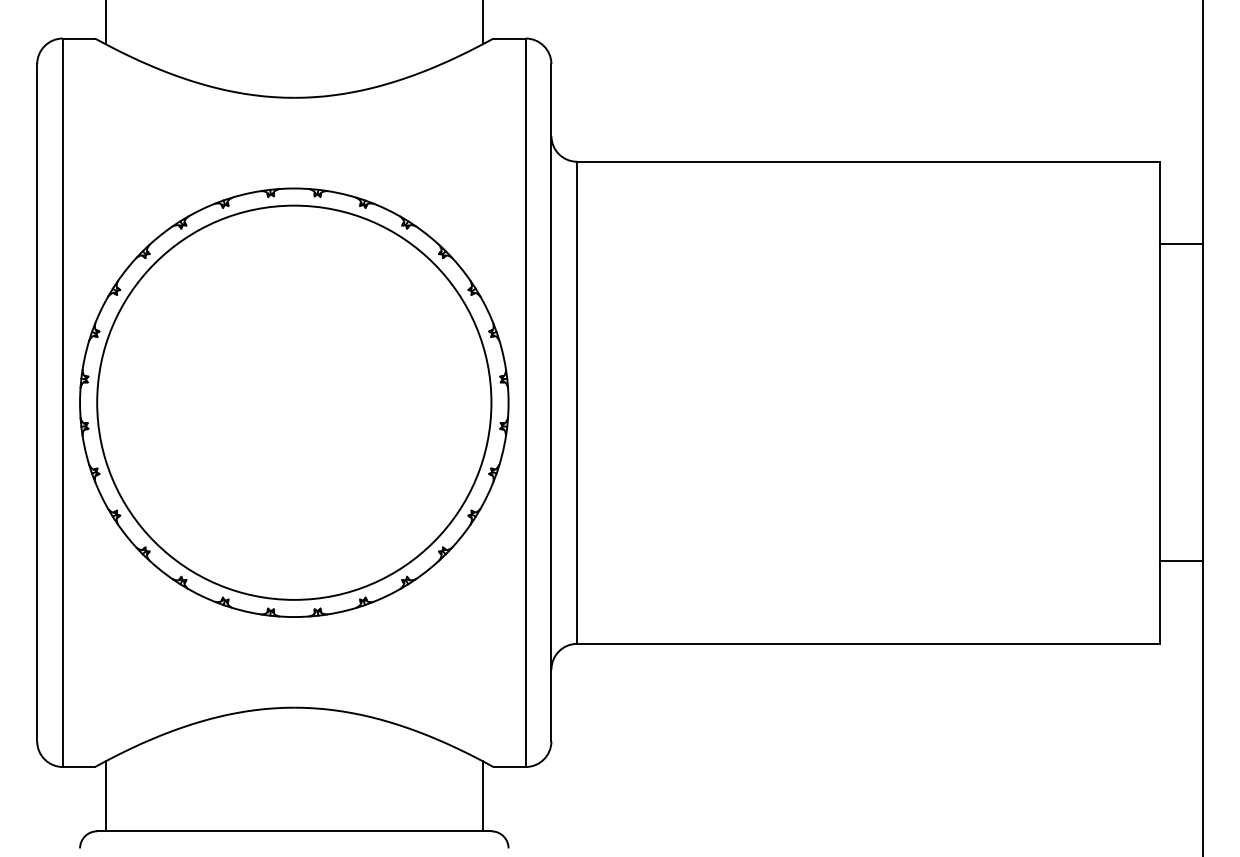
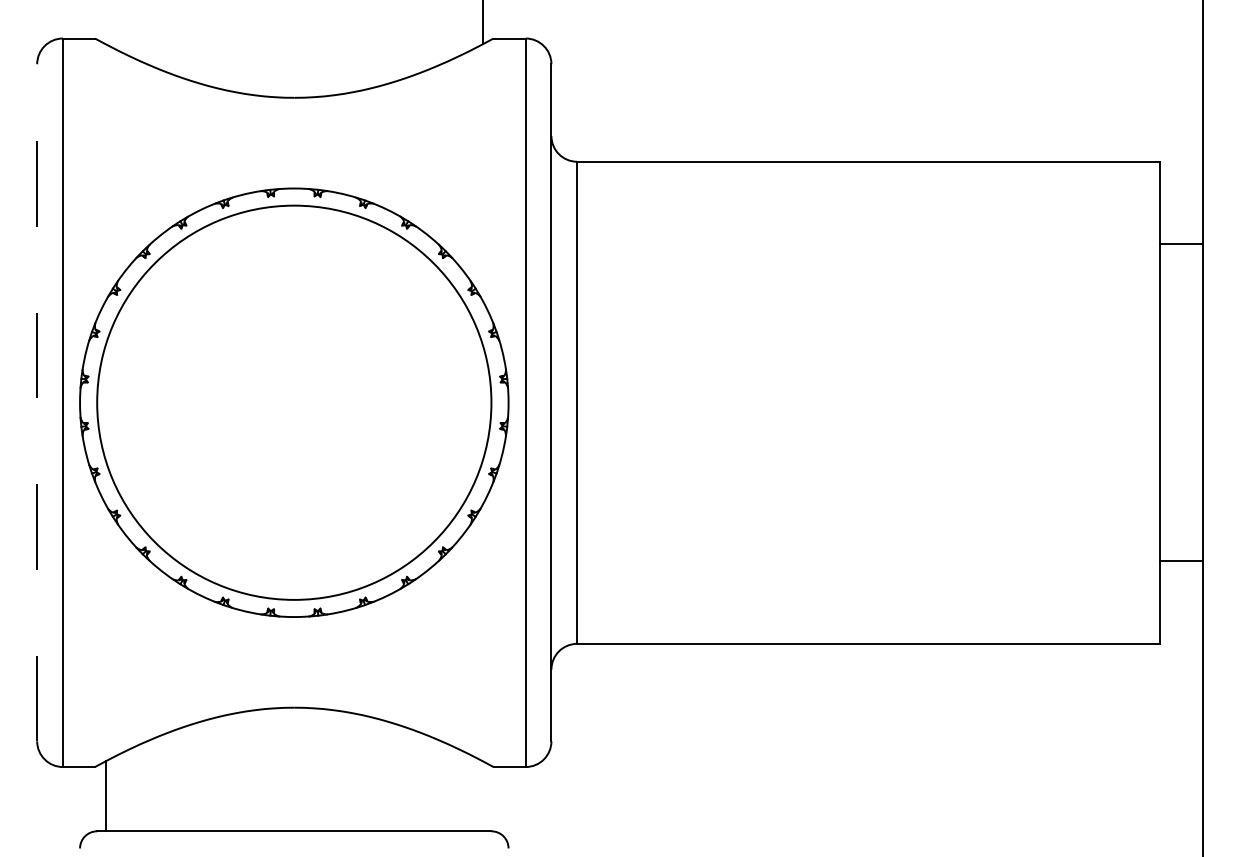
line at (105, 23): present -> none
line at (37, 402): solid -> dashed
line at (482, 796): present -> none
